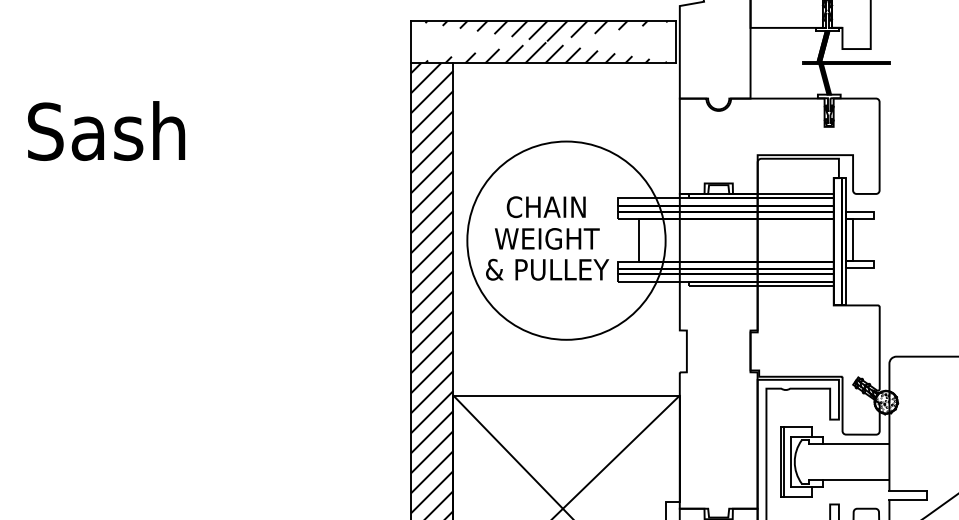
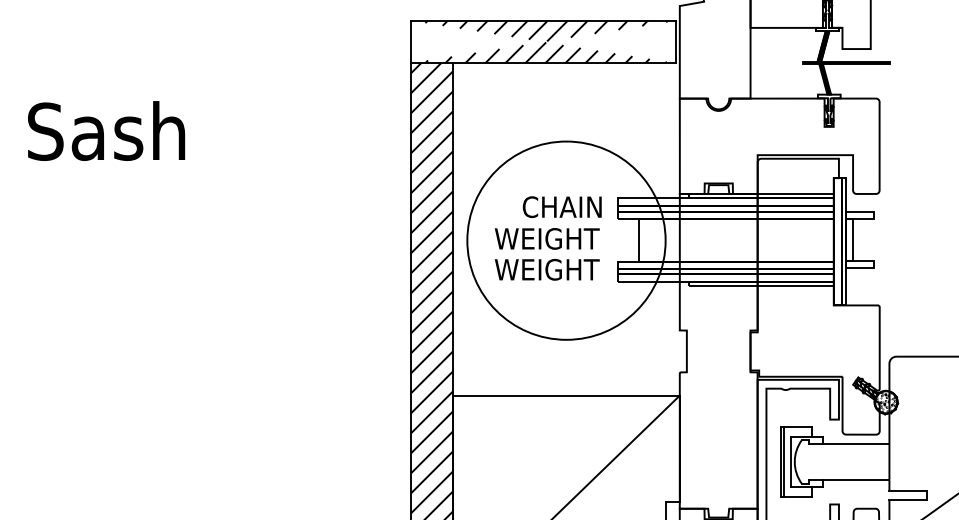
text at (545, 207) position: (545, 207) -> (561, 207)
text at (547, 269): & PULLEY -> WEIGHT
line at (511, 455): present -> none
